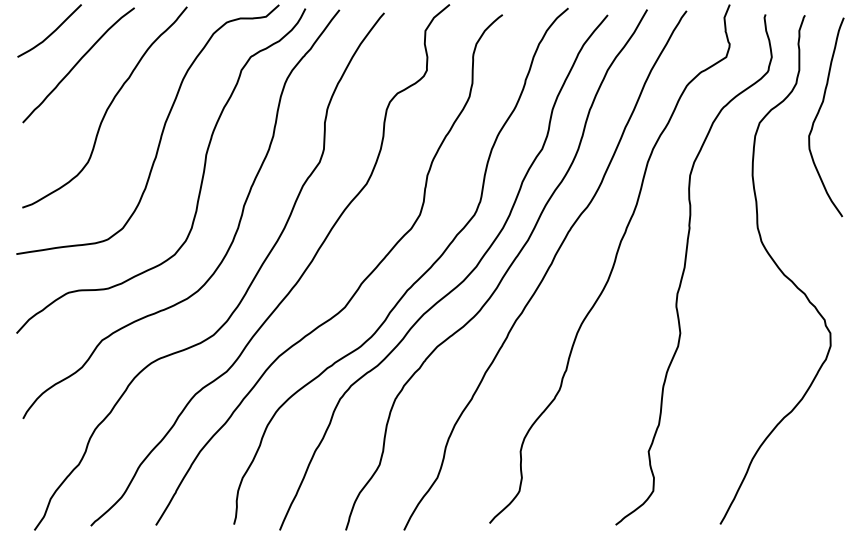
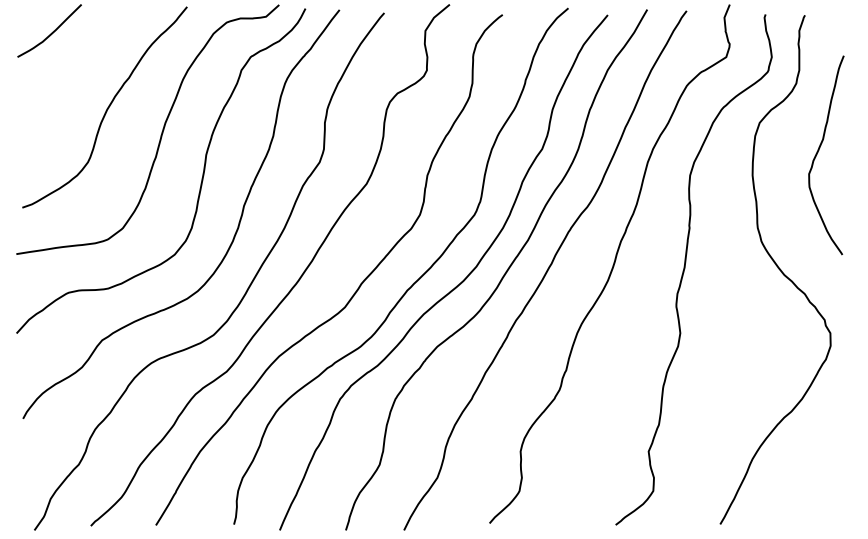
curve at (77, 64): present -> none
curve at (818, 114) position: (818, 114) -> (818, 152)
